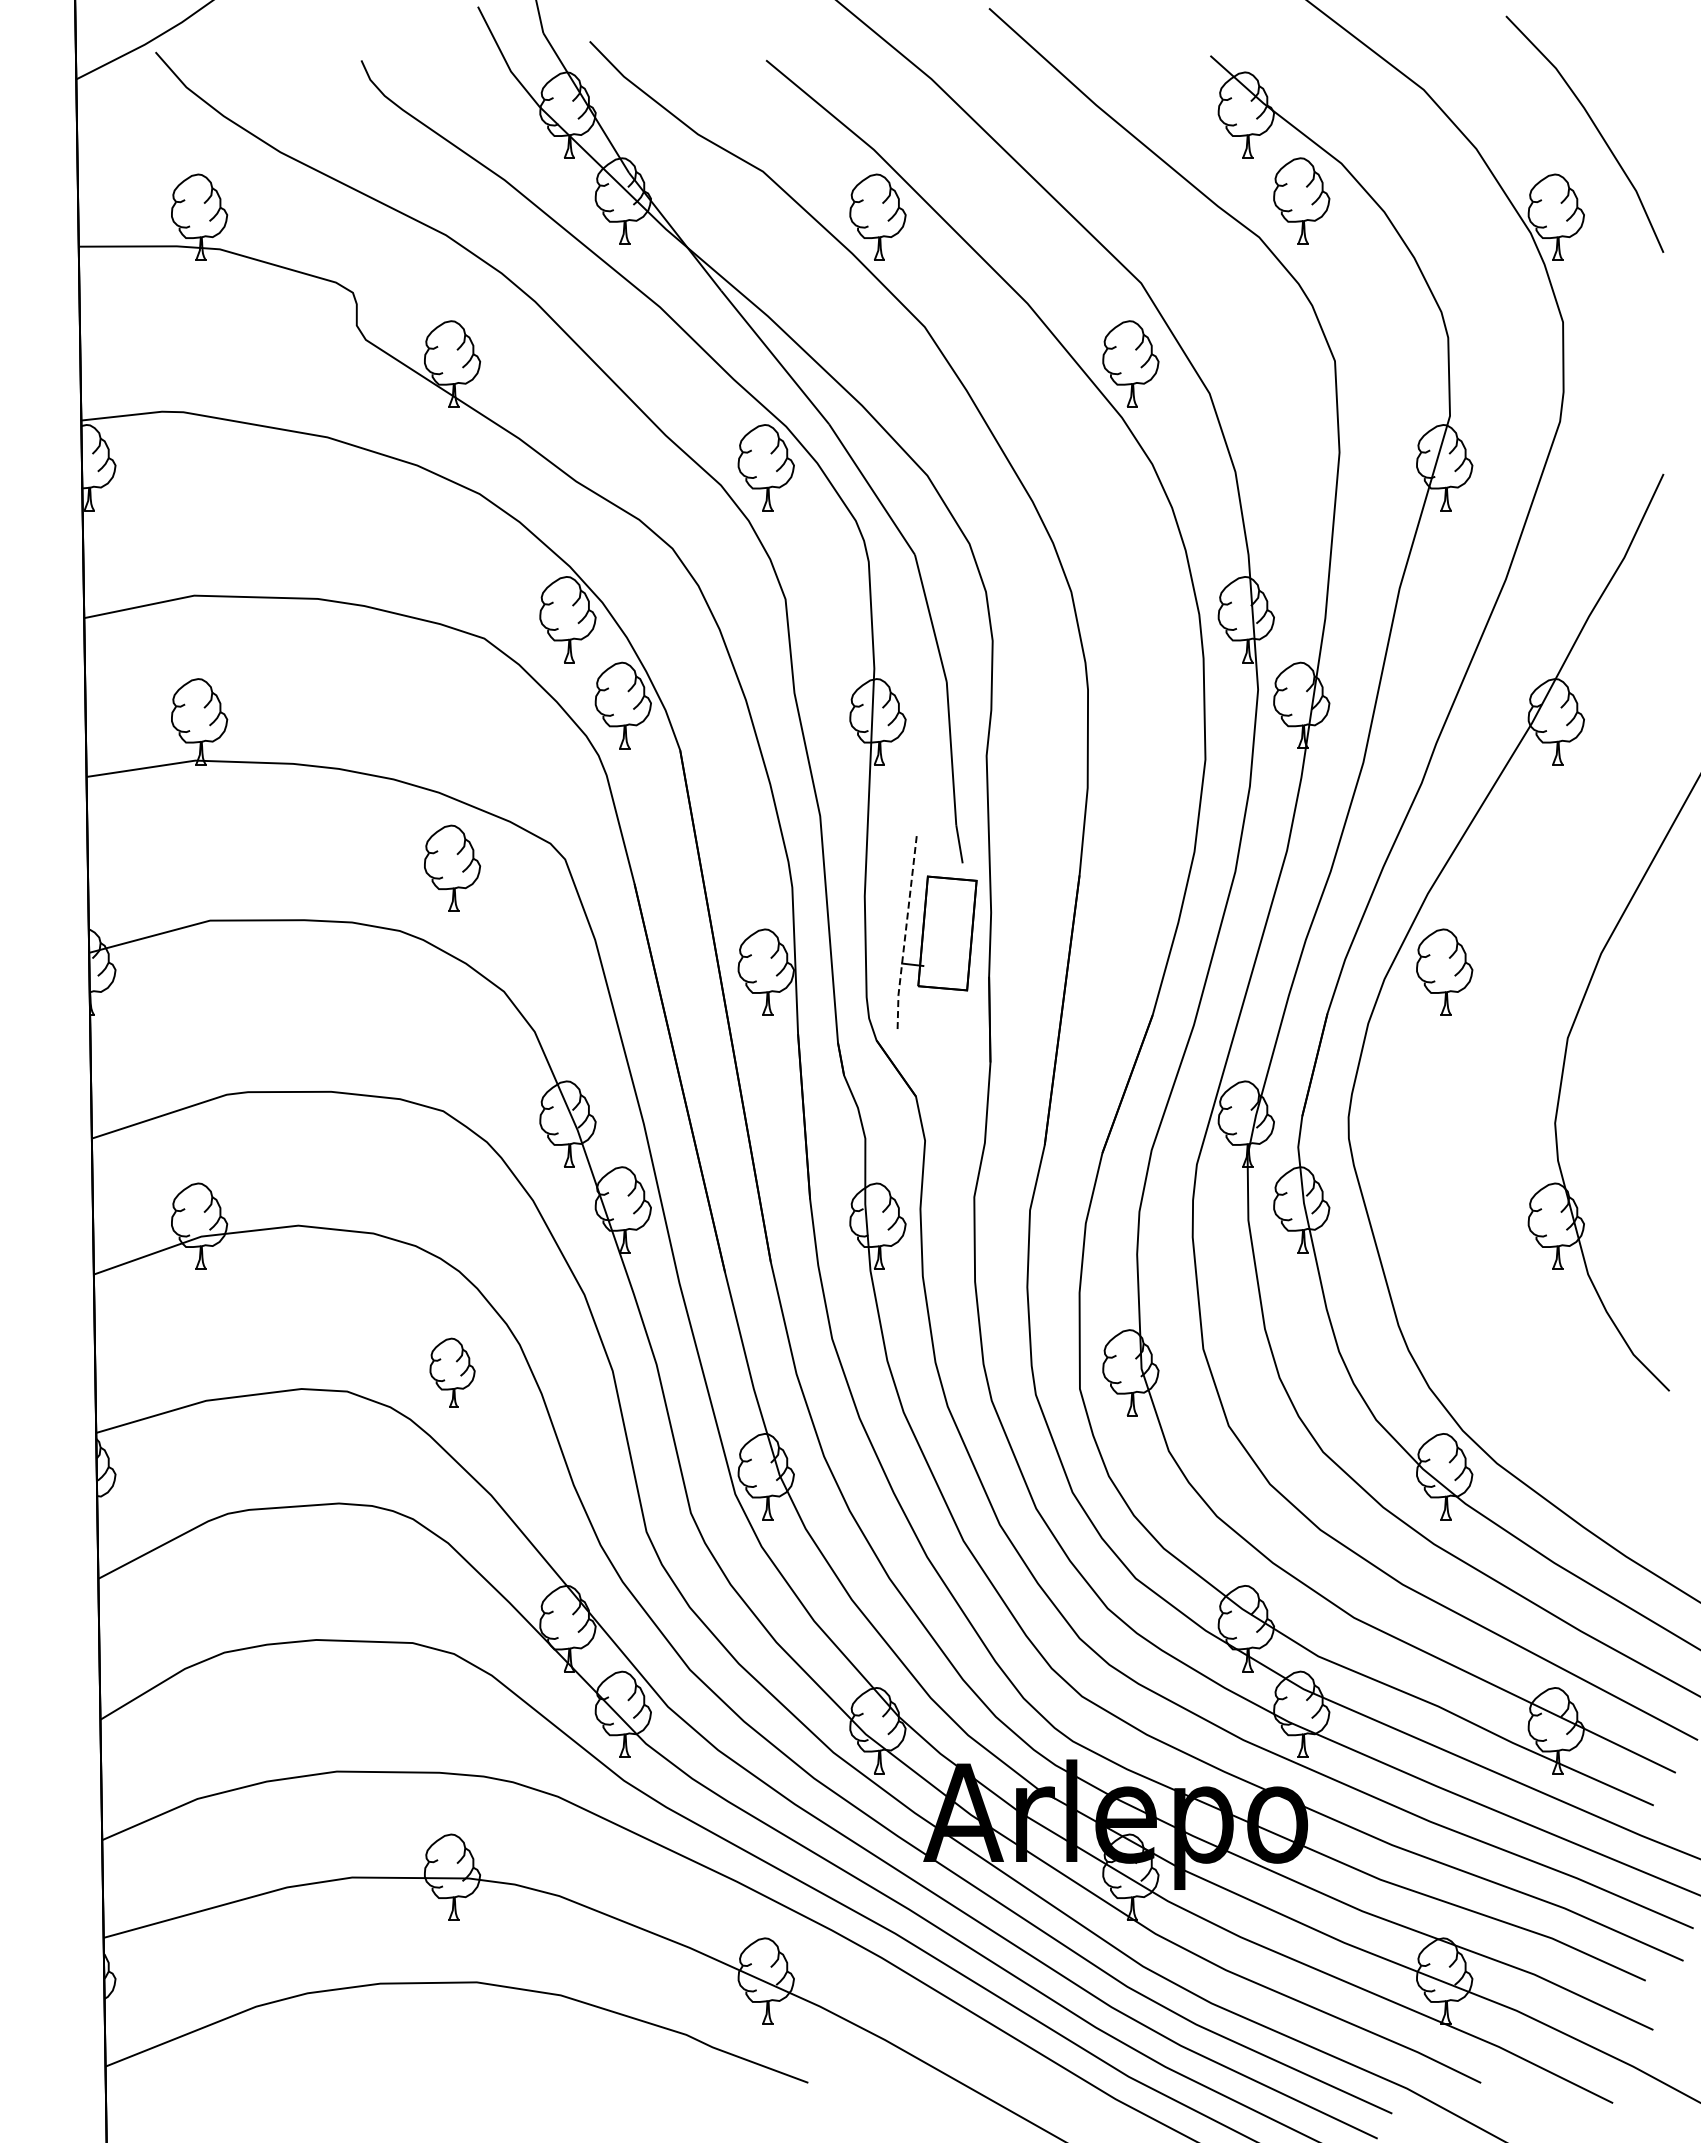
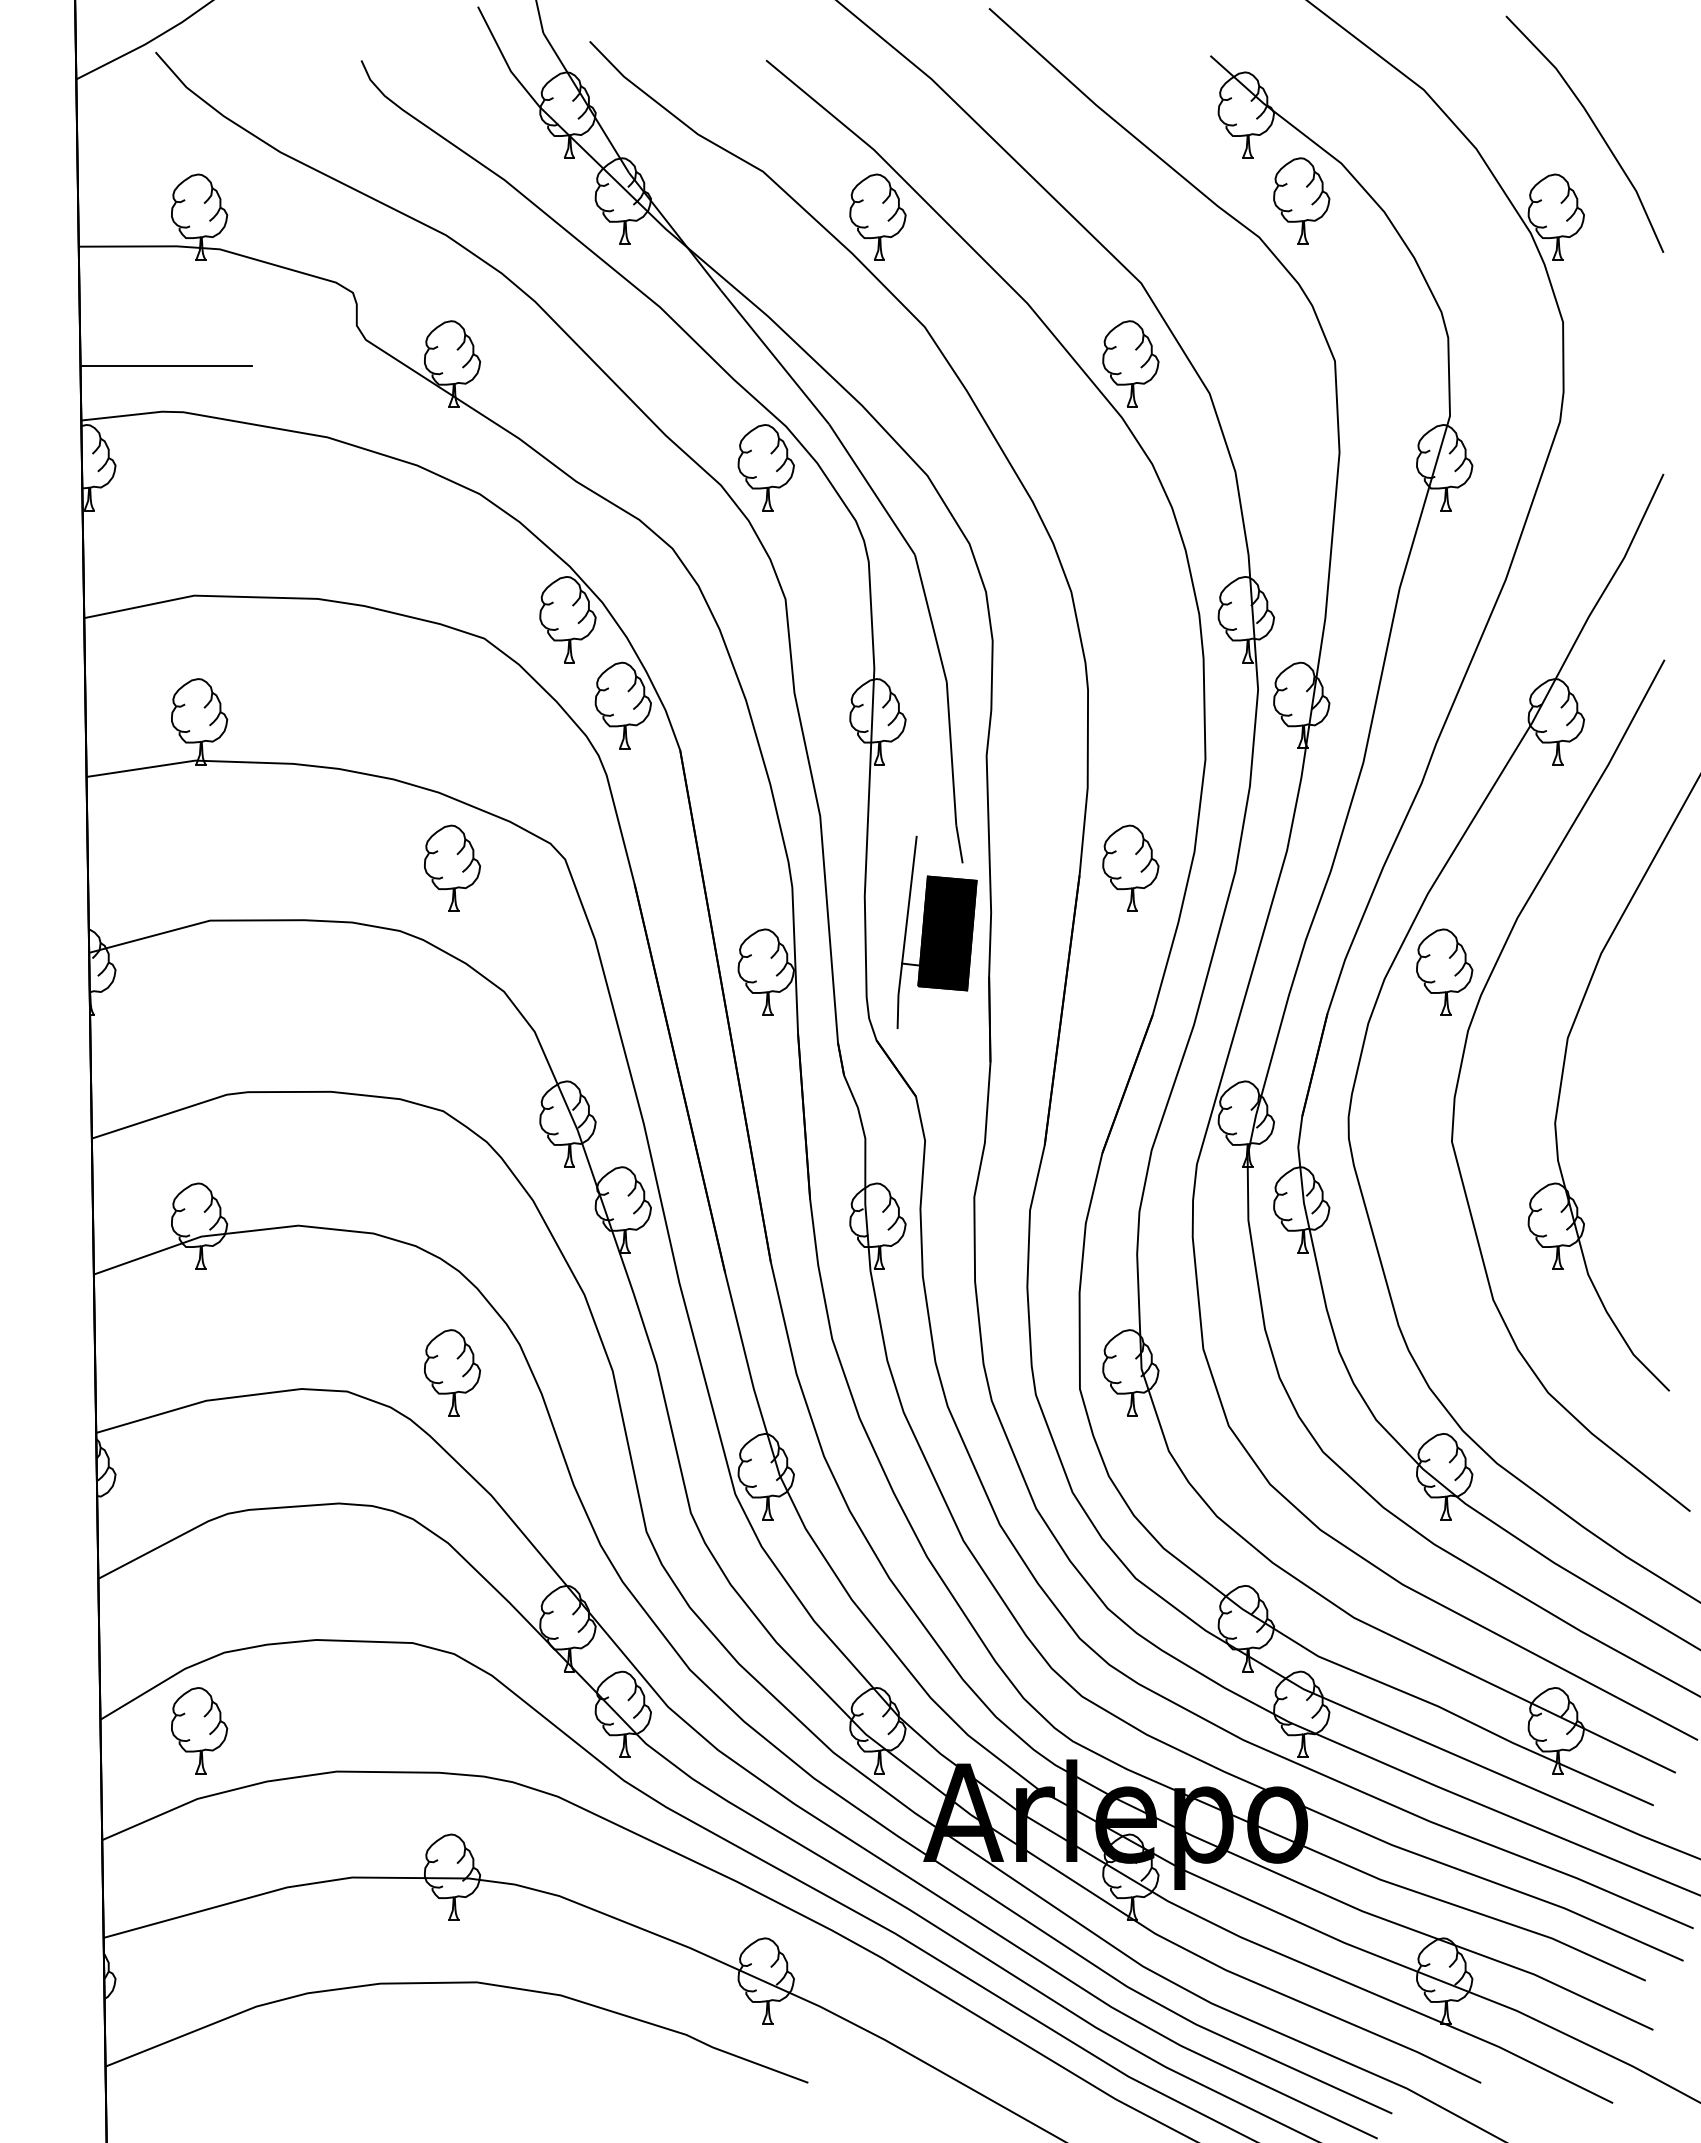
line at (165, 365): none -> present
part at (1130, 867): none -> present
line at (905, 932): dashed -> solid
fill at (947, 933): none -> present
curve at (1462, 1064): none -> present
part at (452, 1372) size: 47x71 px -> 58x88 px
part at (199, 1730): none -> present
